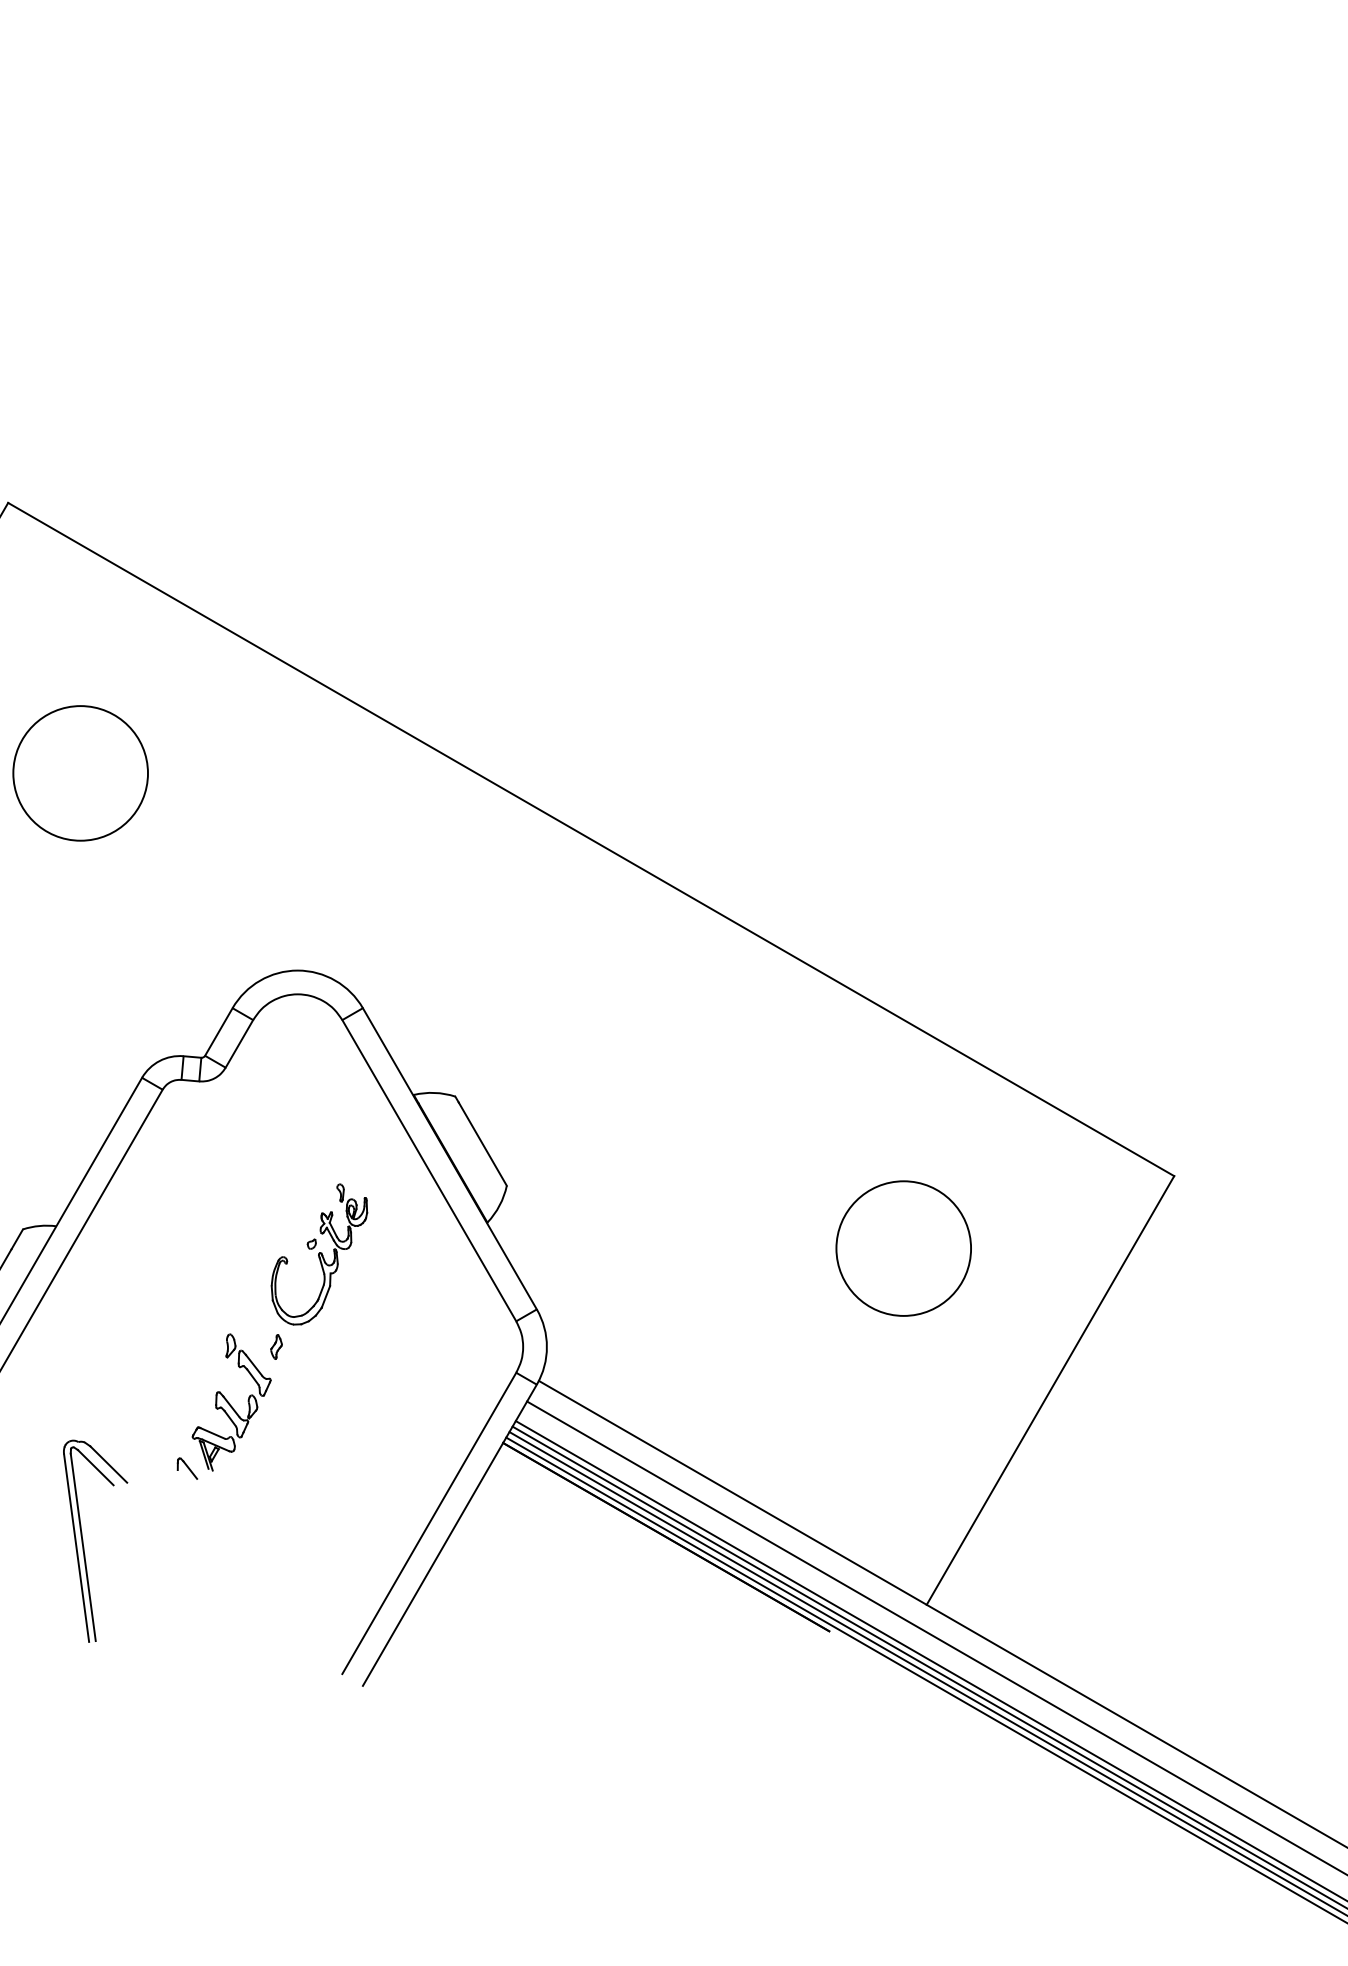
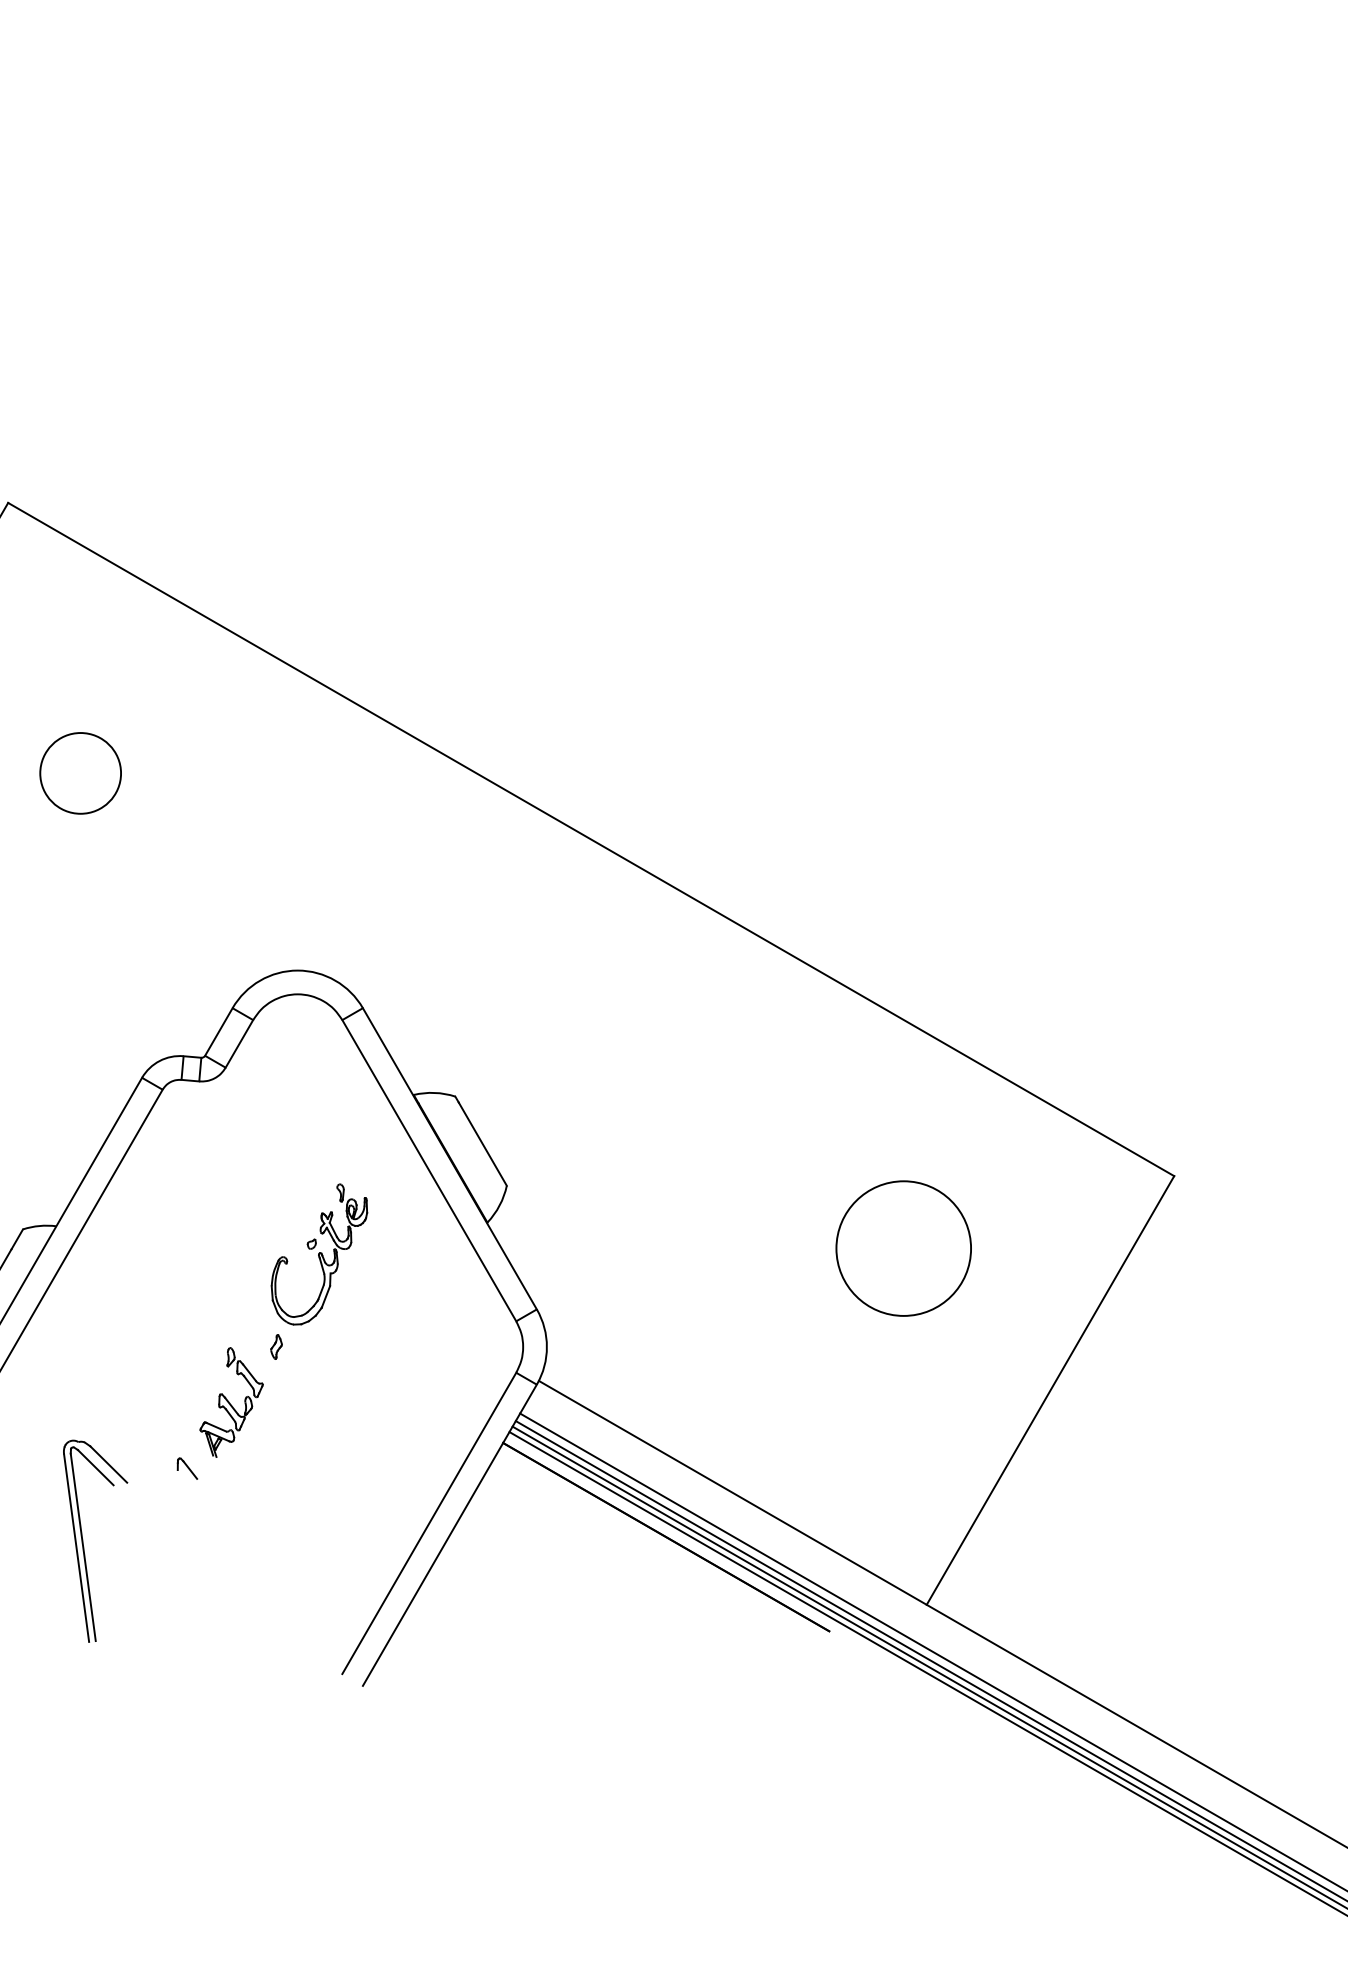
circle at (80, 773) diameter: 135 px -> 81 px
part at (231, 1402) size: 81x139 px -> 65x111 px
line at (935, 1637) position: (935, 1637) -> (932, 1651)
line at (925, 1679): present -> none
